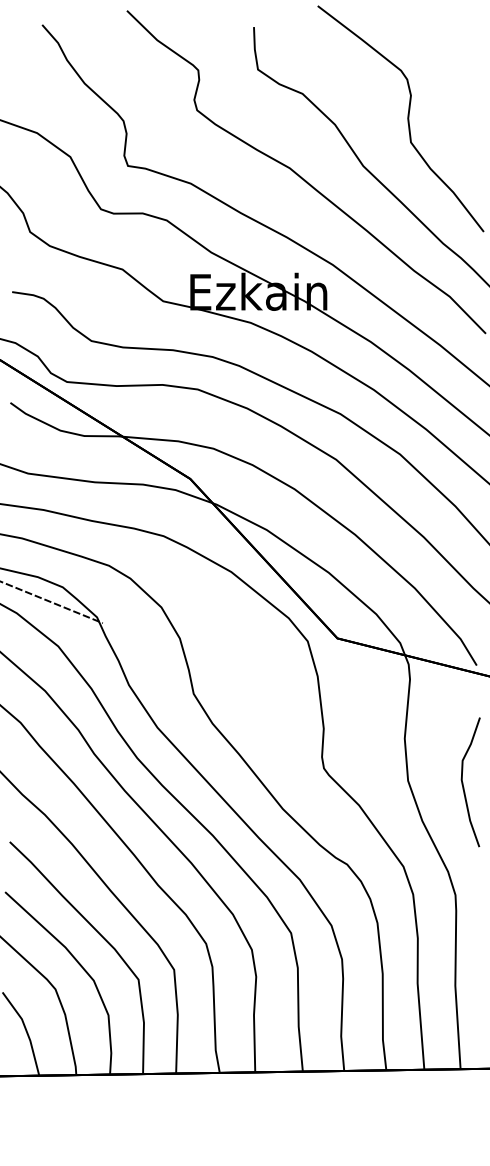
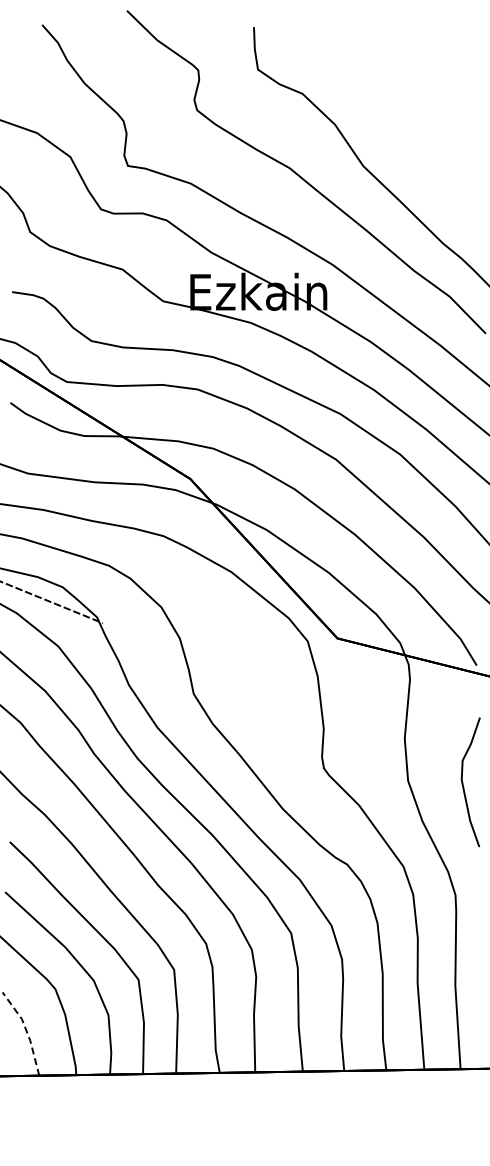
curve at (407, 118): present -> none
line at (26, 1030): solid -> dashed
